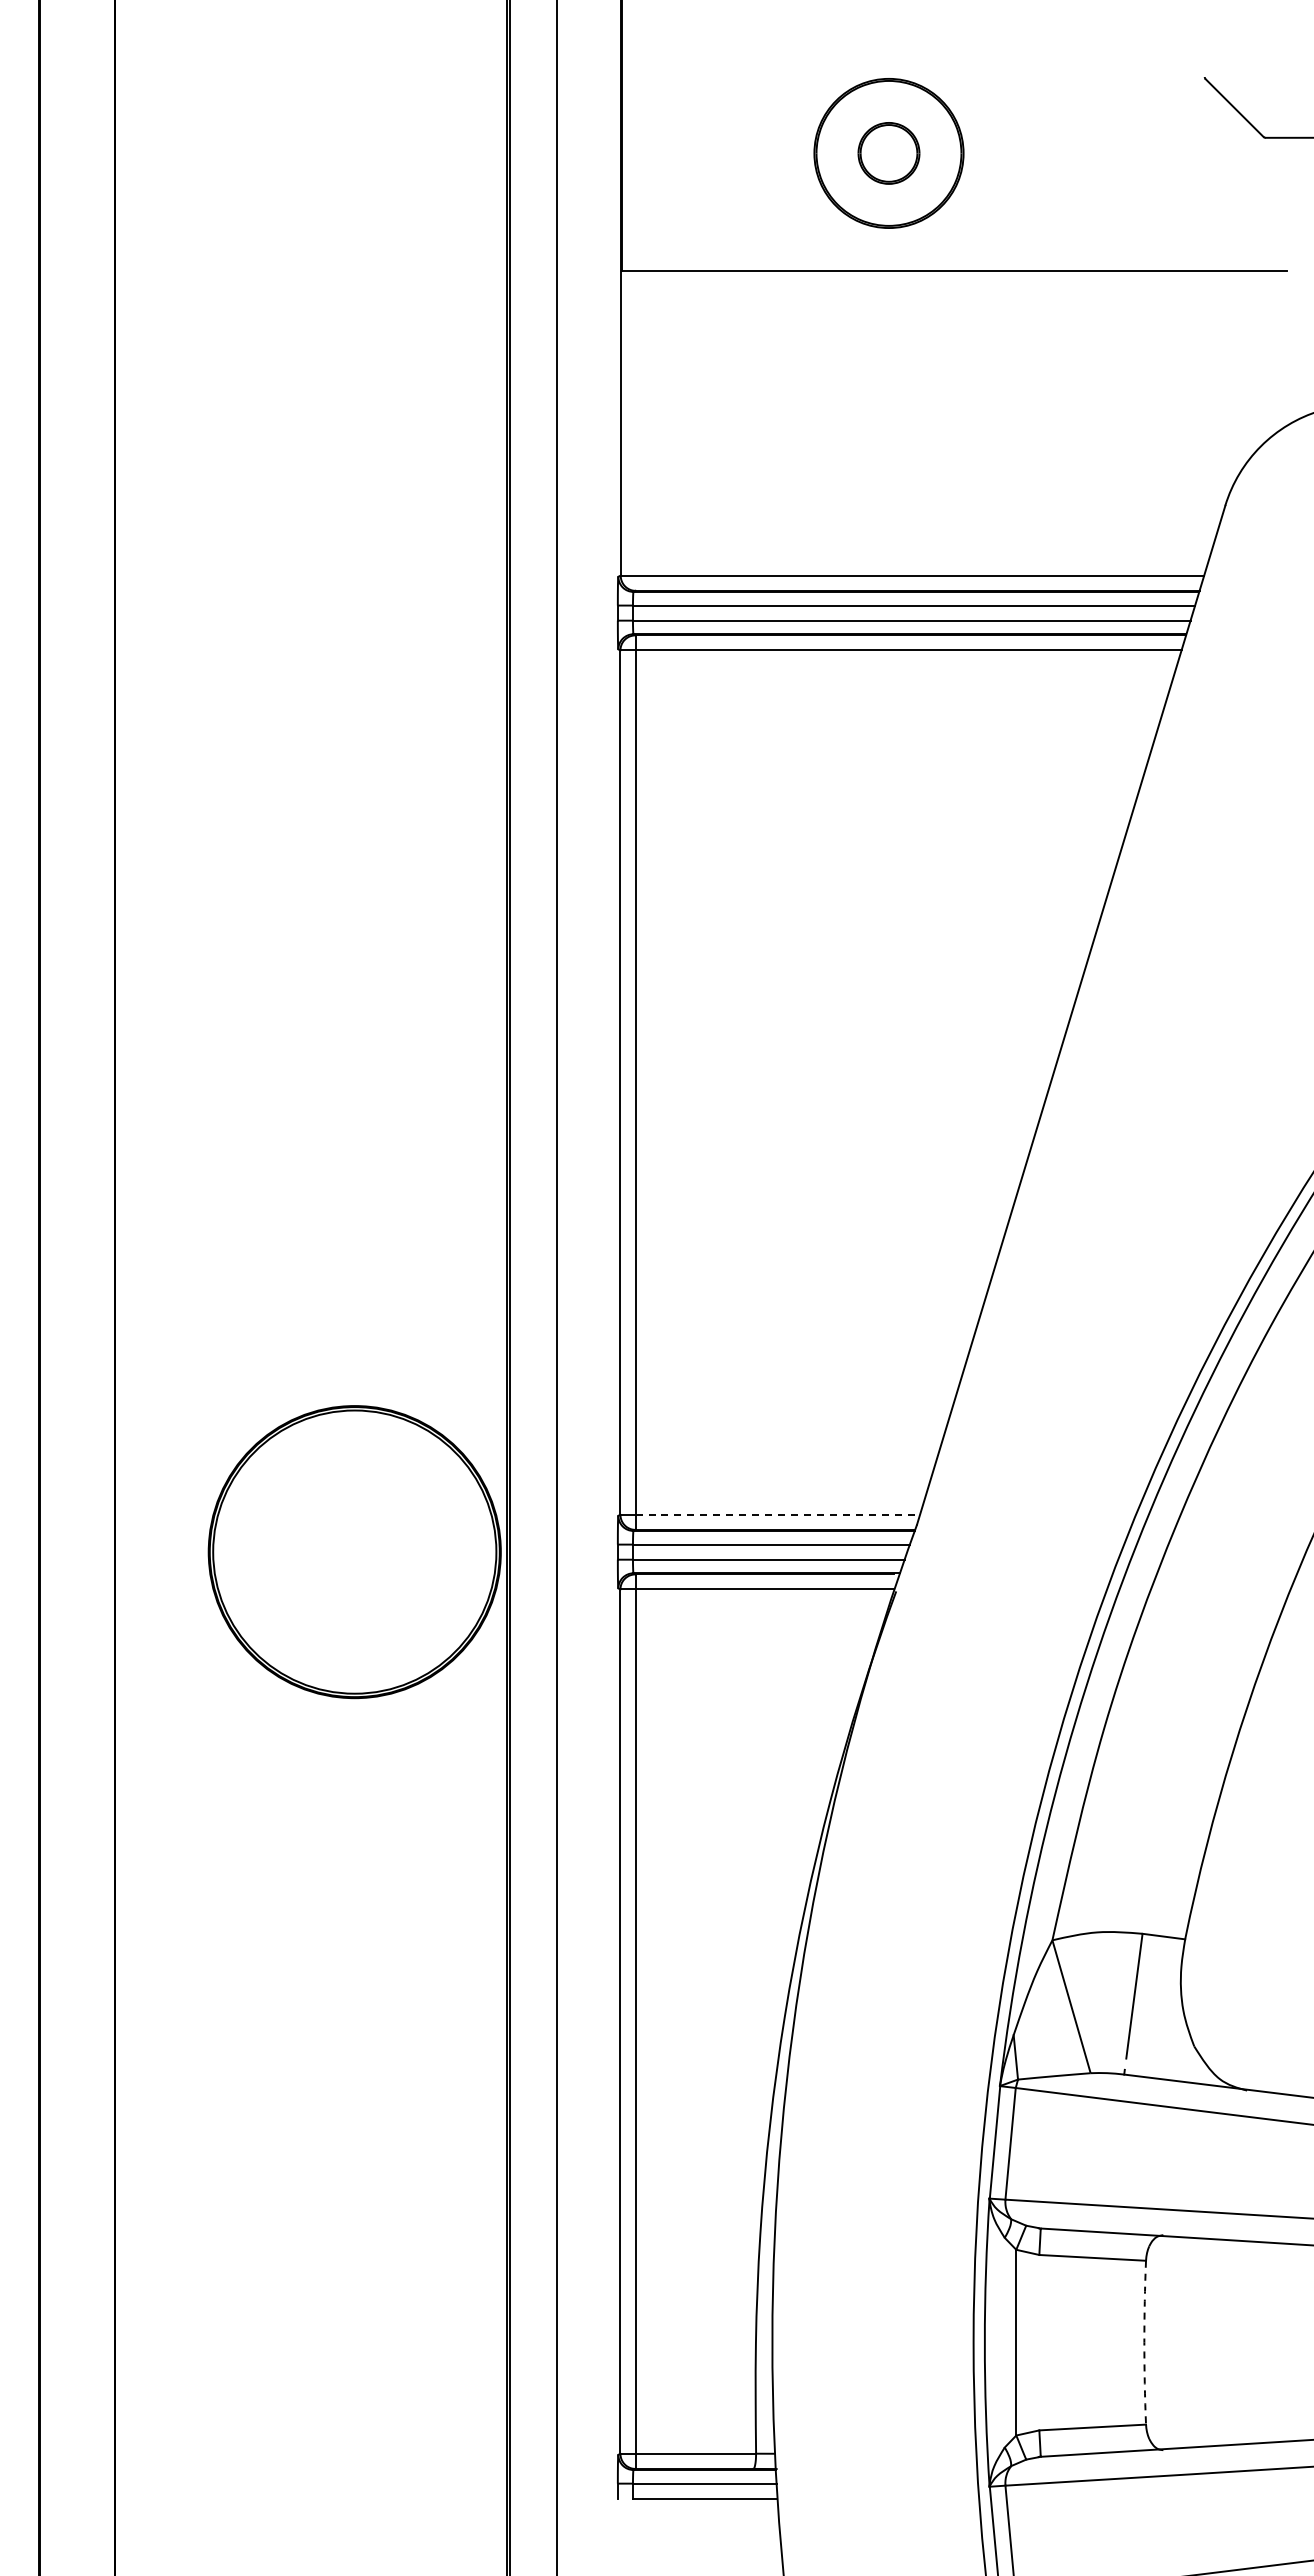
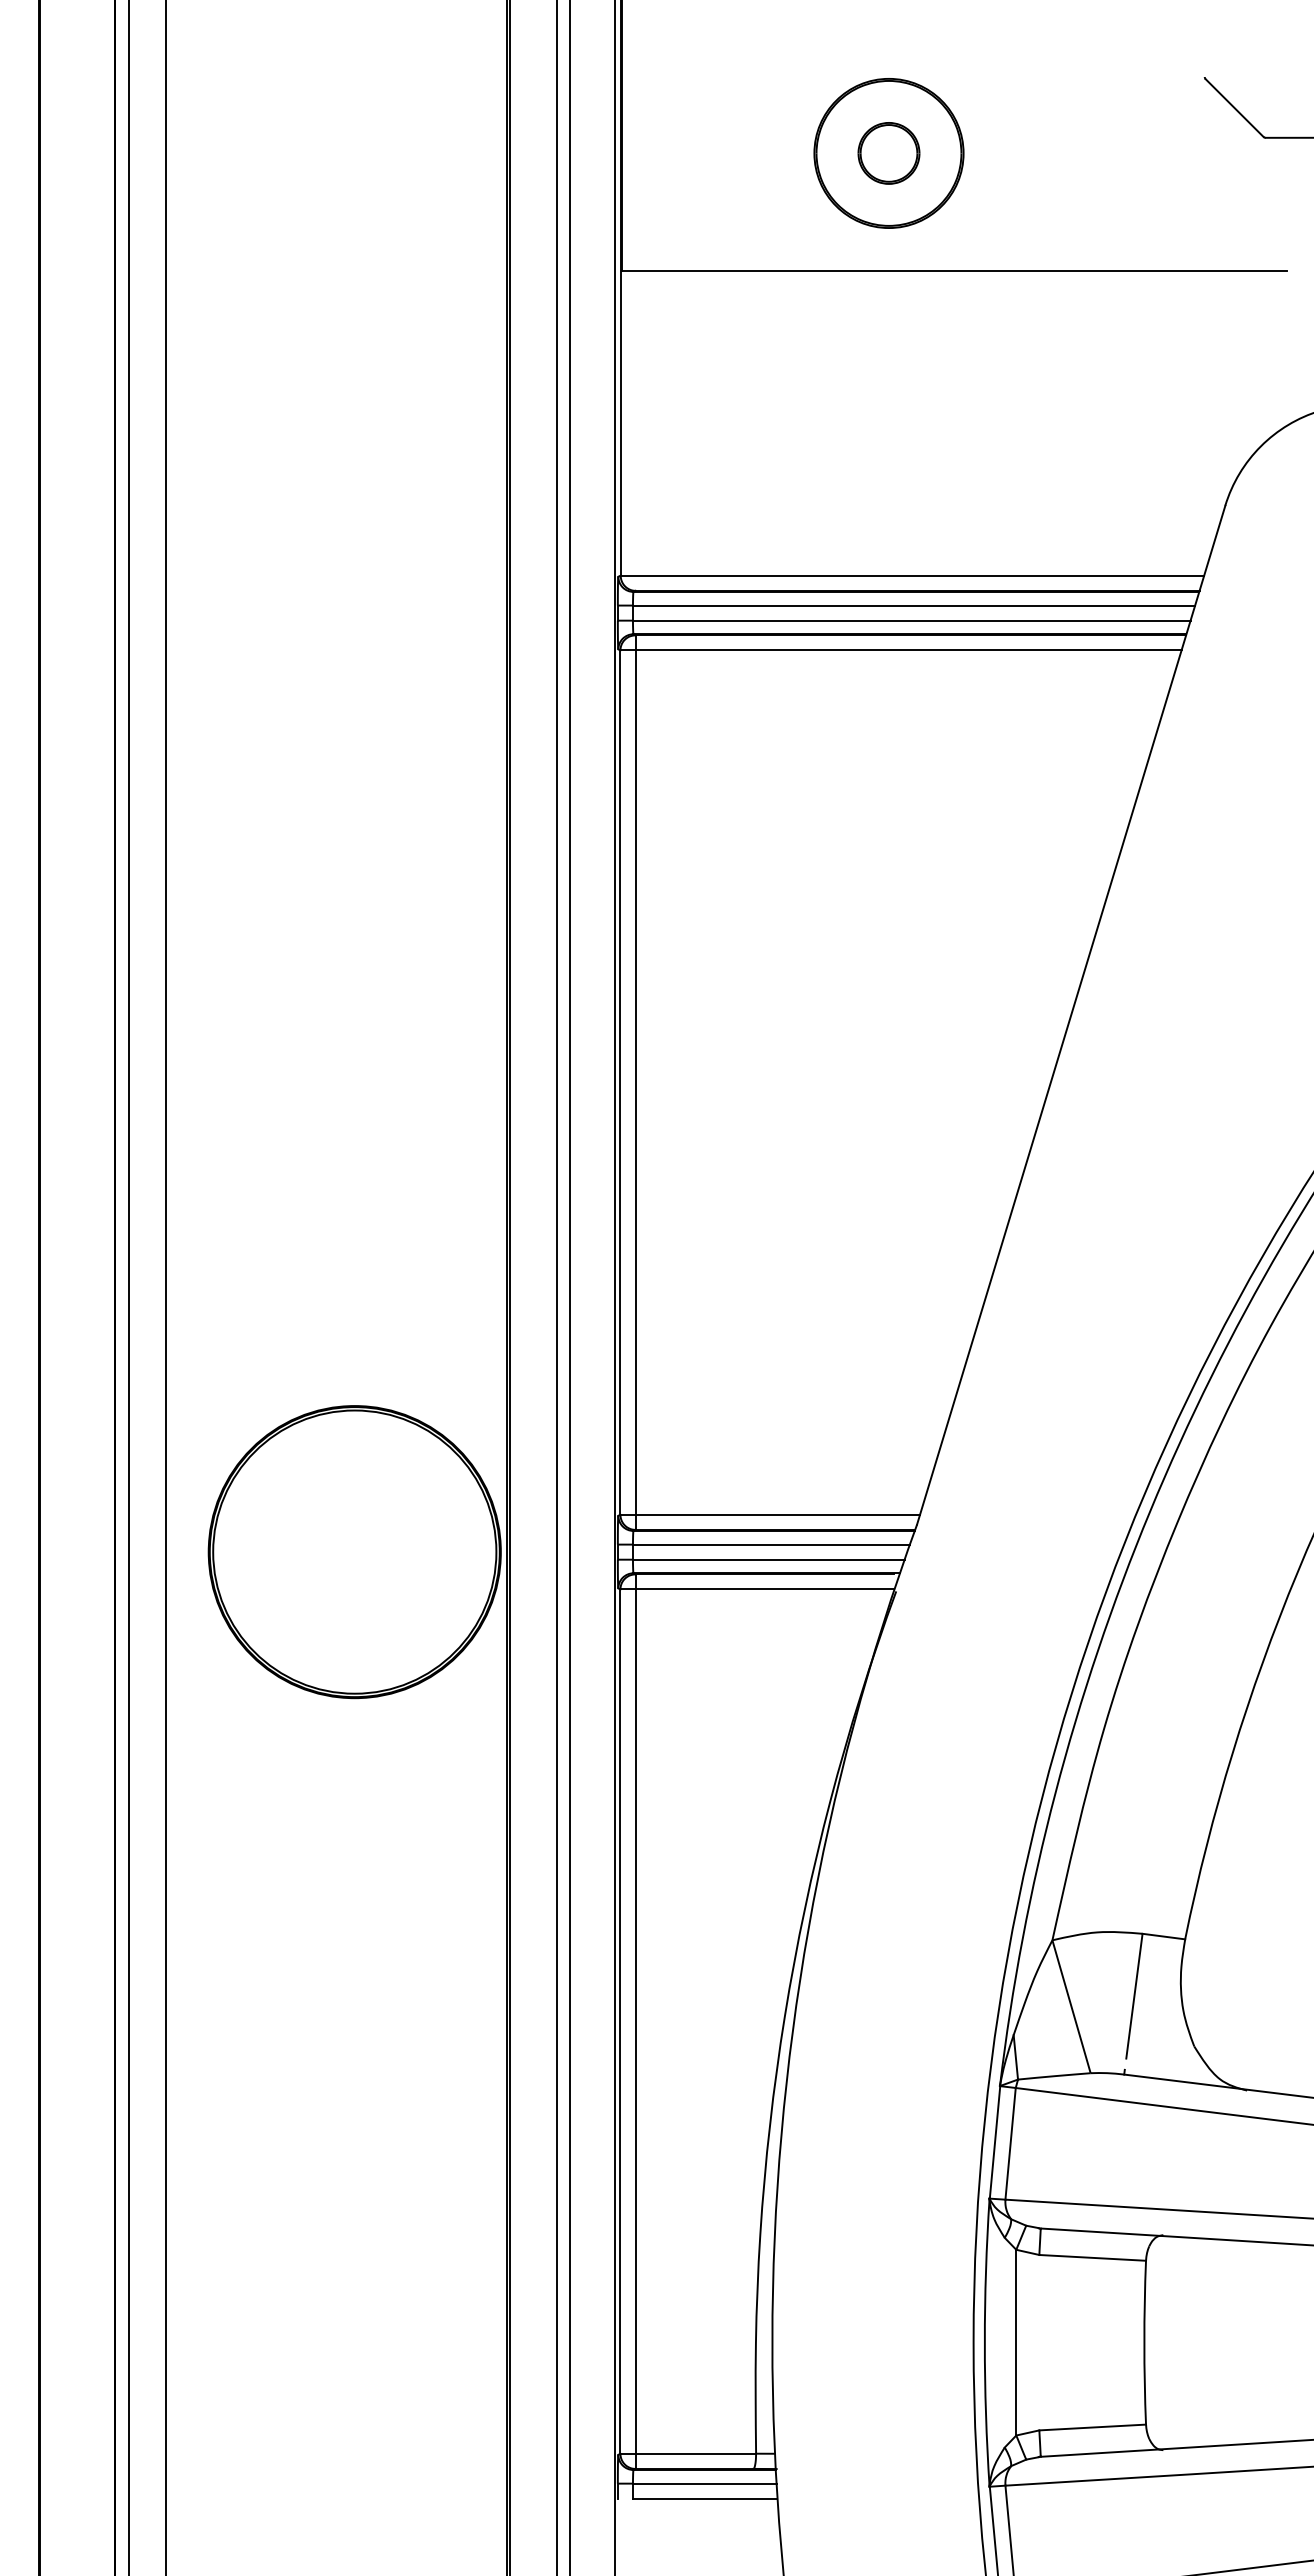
line at (128, 1287): none -> present
line at (166, 1287): none -> present
line at (570, 1287): none -> present
line at (614, 1287): none -> present
line at (778, 1514): dashed -> solid
arc at (1144, 2342): dashed -> solid
